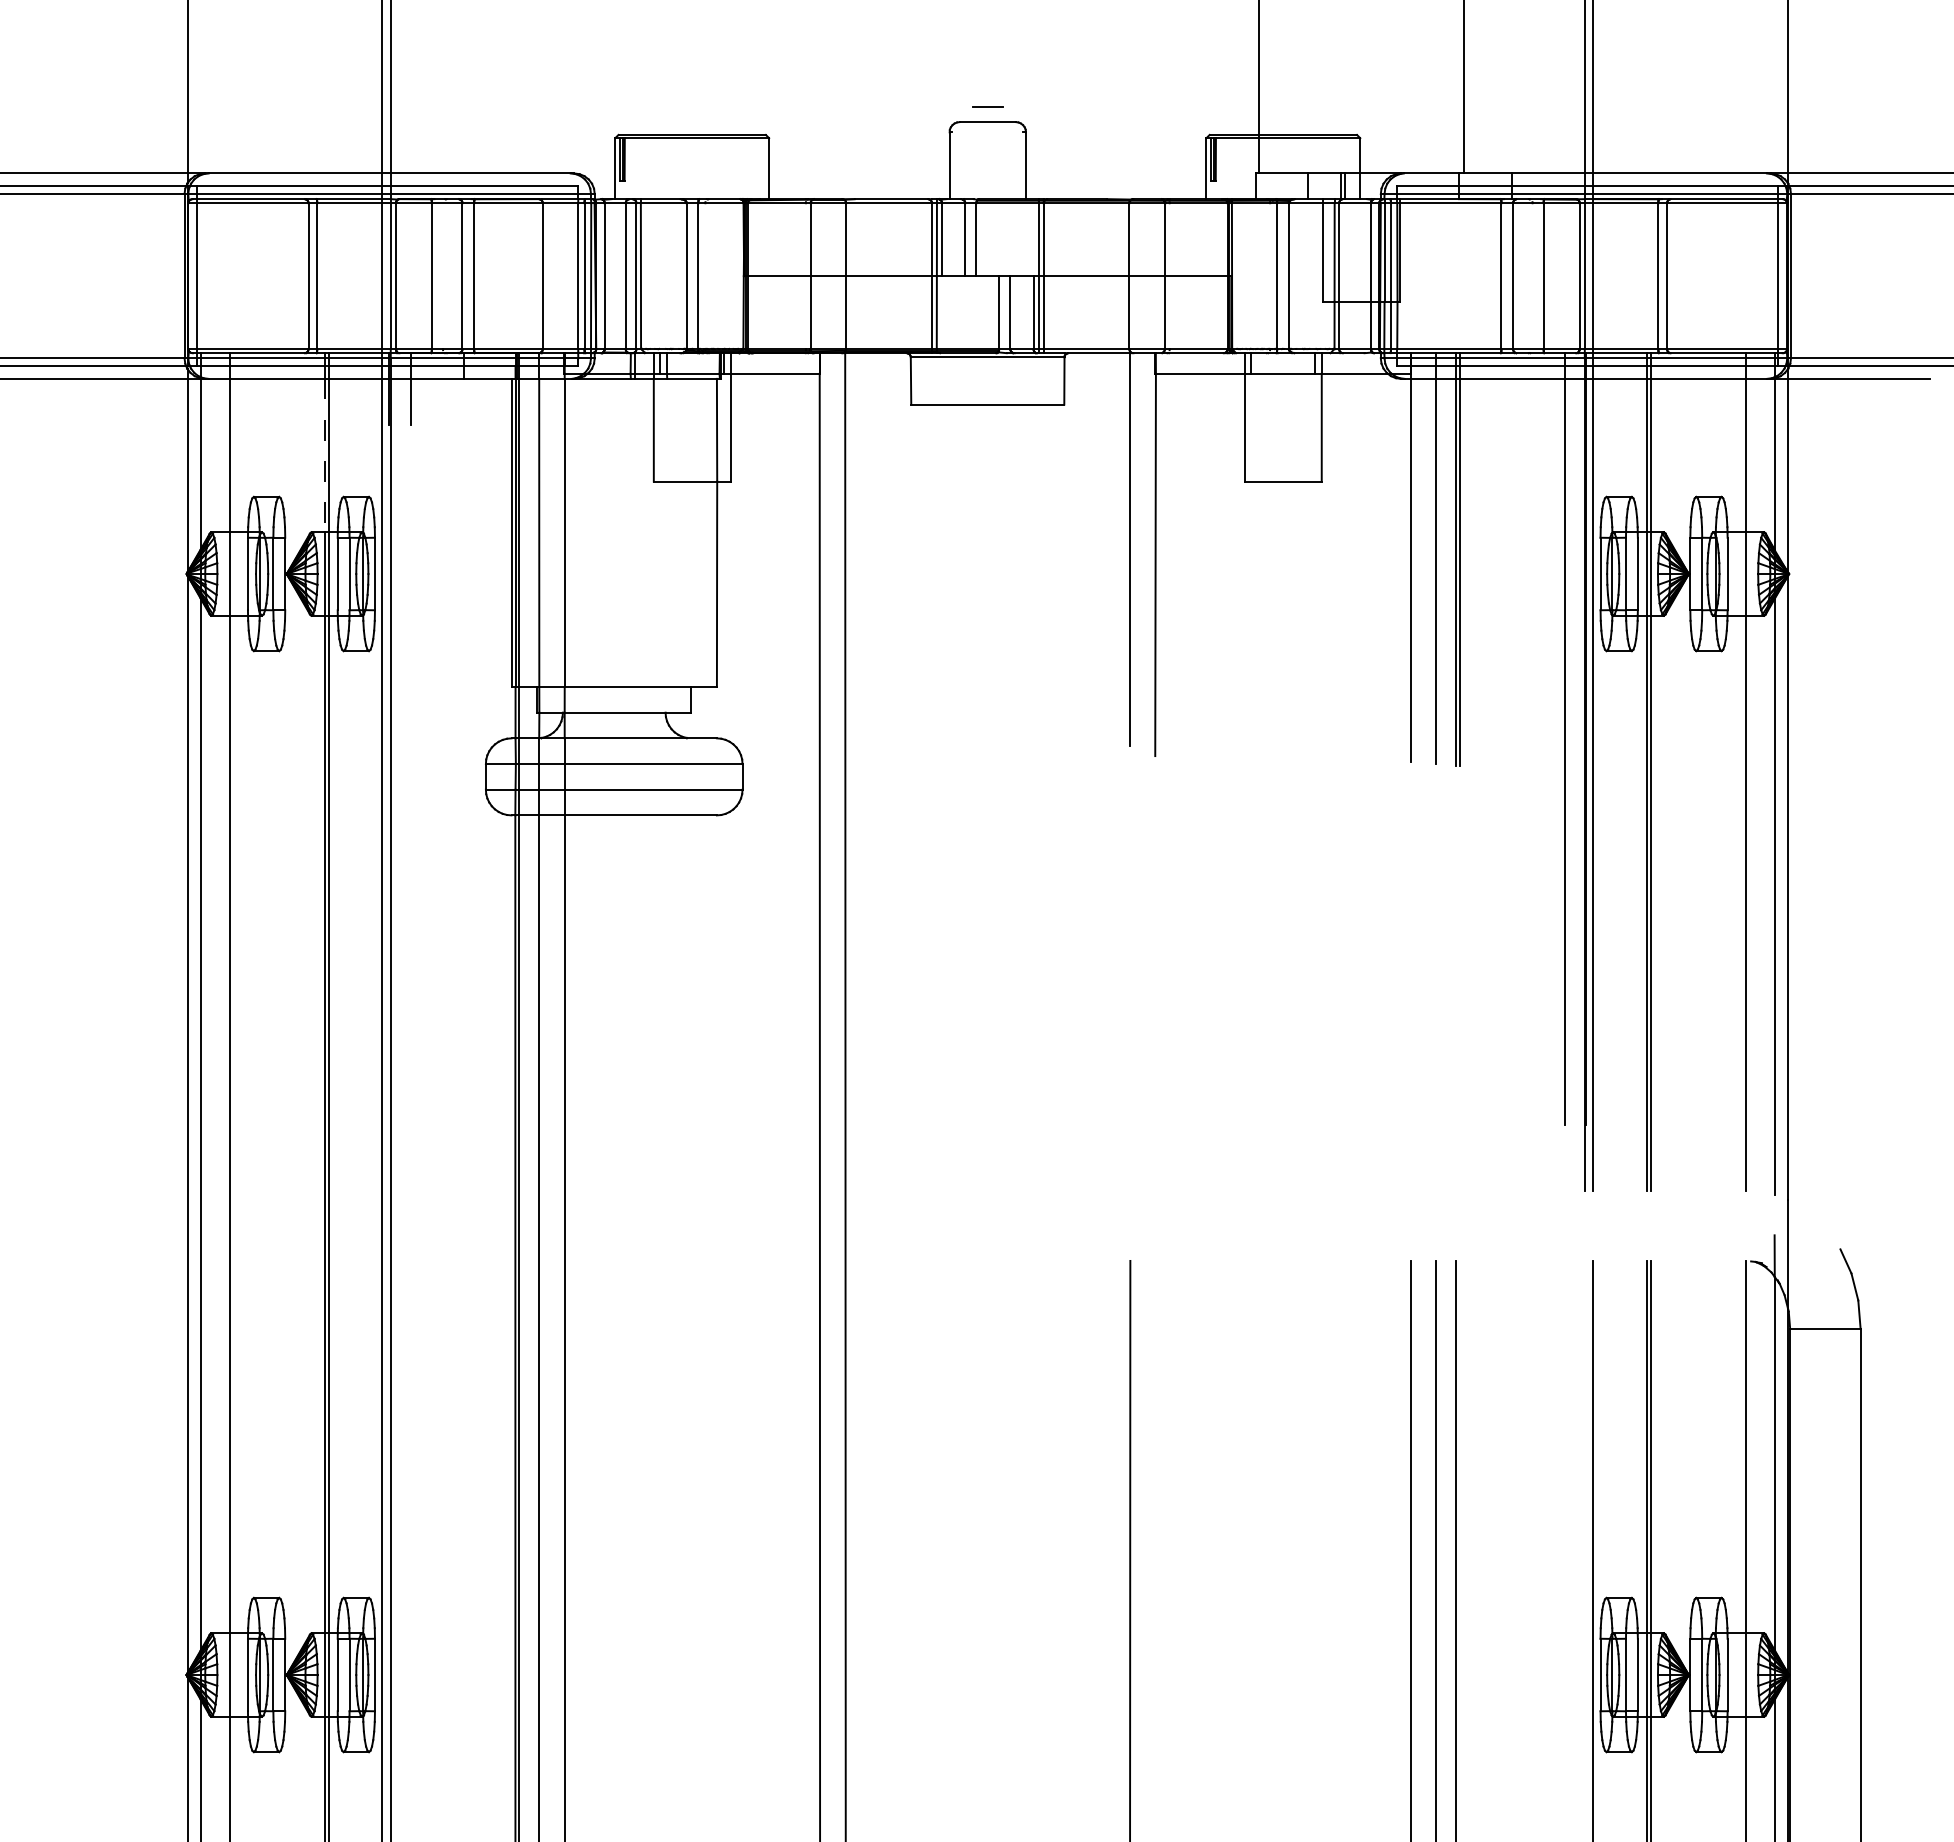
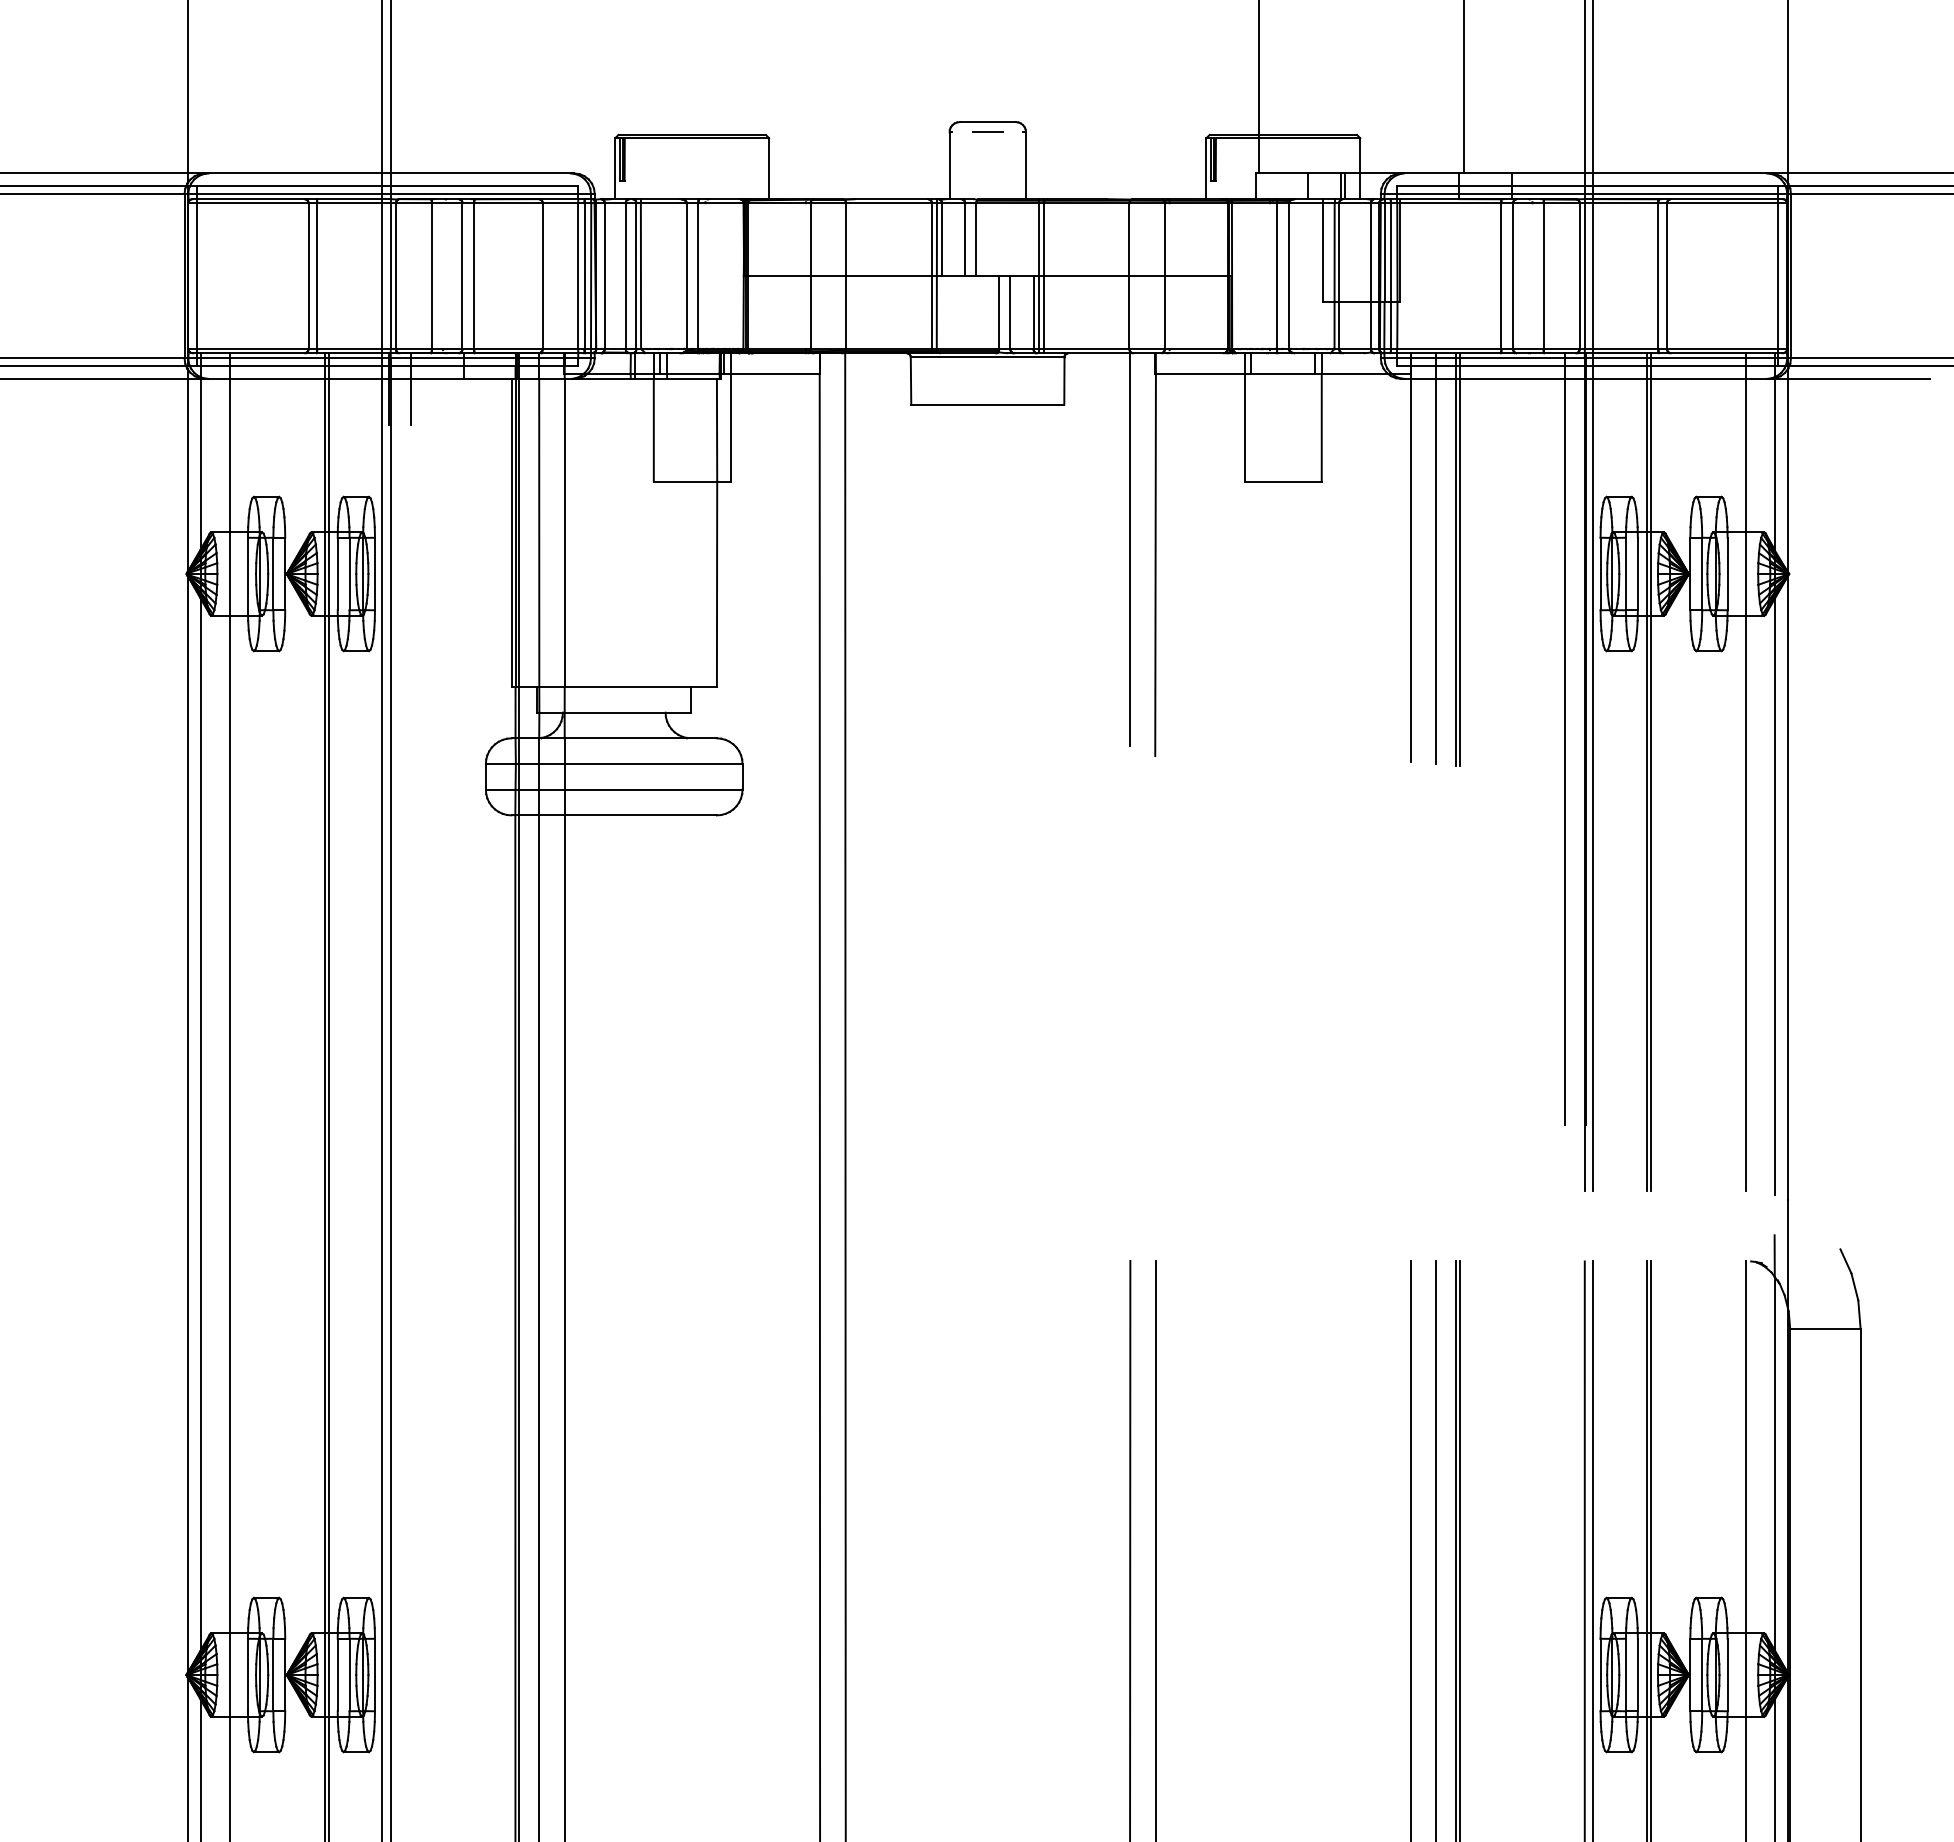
line at (987, 106) position: (987, 106) -> (987, 131)
line at (324, 455): dashed -> solid
line at (1155, 1549): none -> present
line at (1460, 1549): none -> present
line at (1584, 1549): none -> present
